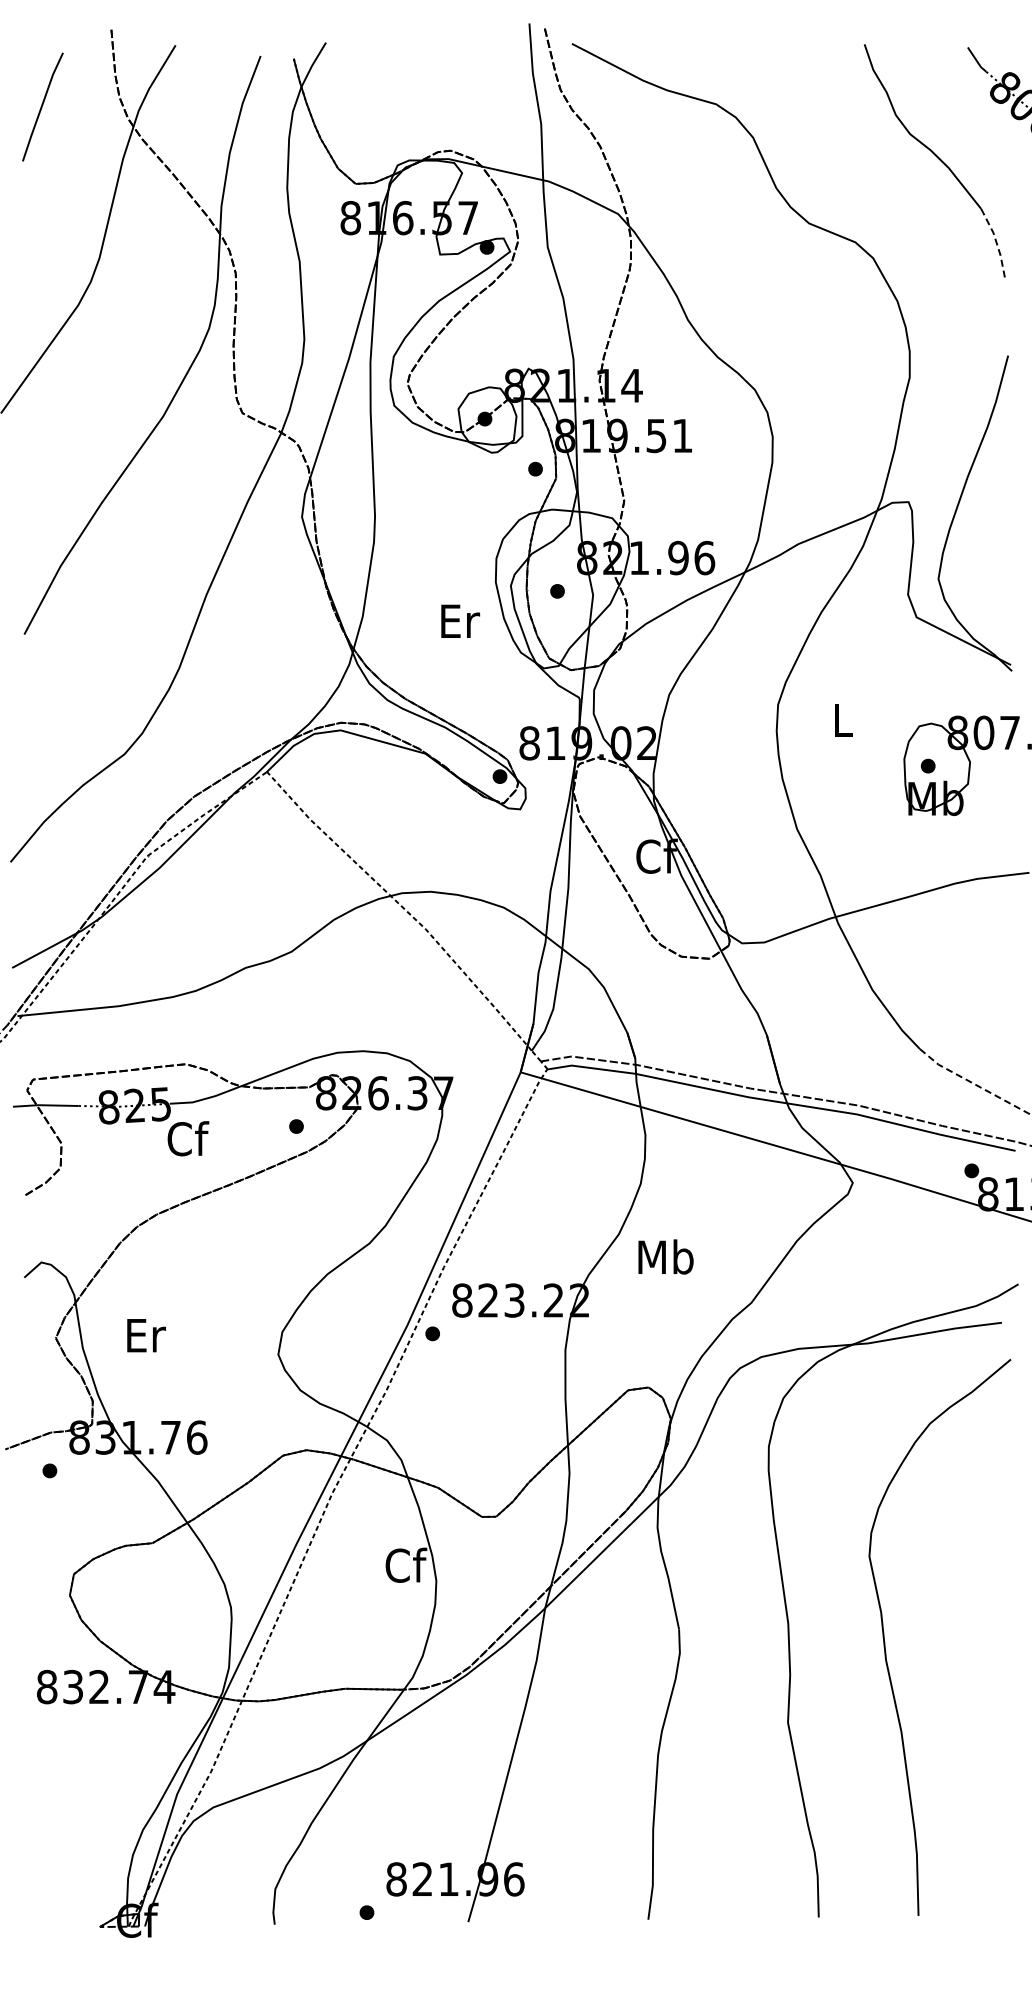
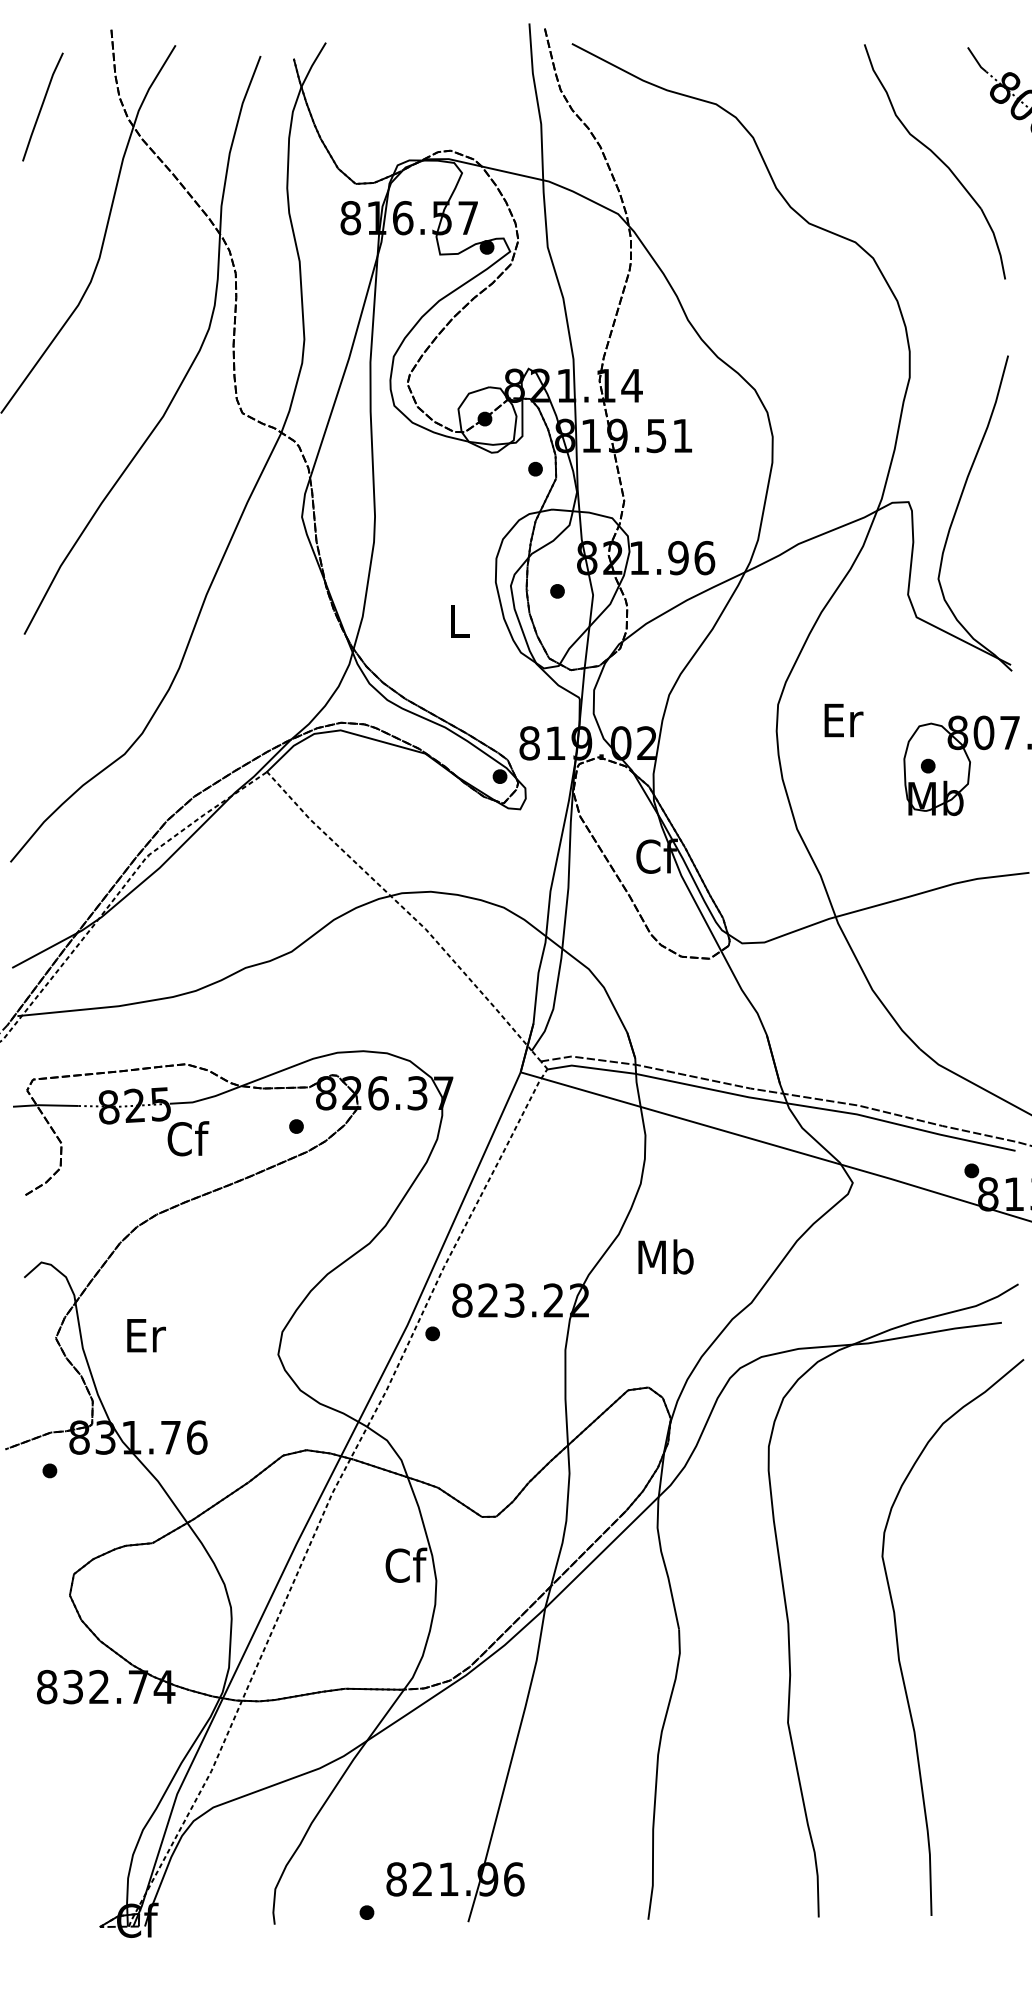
line at (996, 243): dashed -> solid
text at (460, 620): Er -> L
text at (843, 720): L -> Er
line at (973, 1083): dashed -> solid
curve at (885, 1641) position: (885, 1641) -> (898, 1641)
